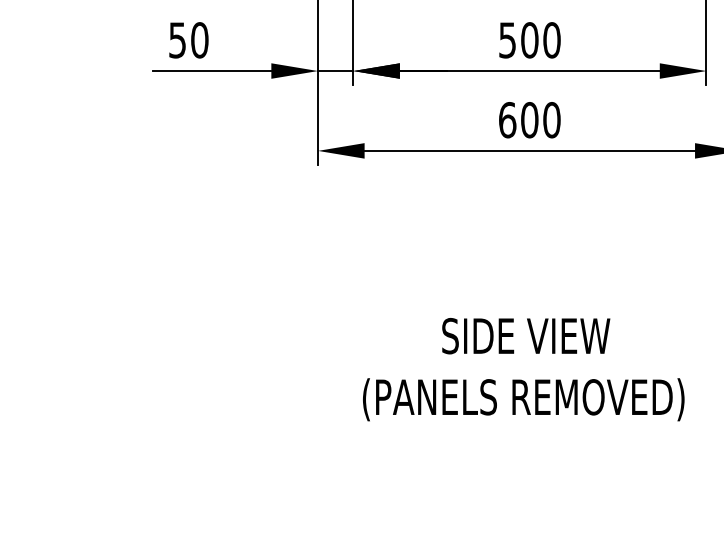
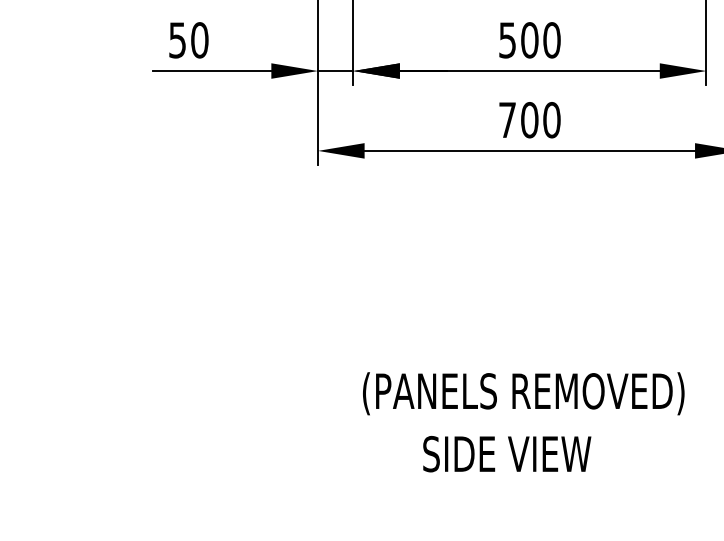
text at (507, 120): 600 -> 700
text at (526, 336) position: (526, 336) -> (507, 454)
text at (523, 399) position: (523, 399) -> (523, 393)
